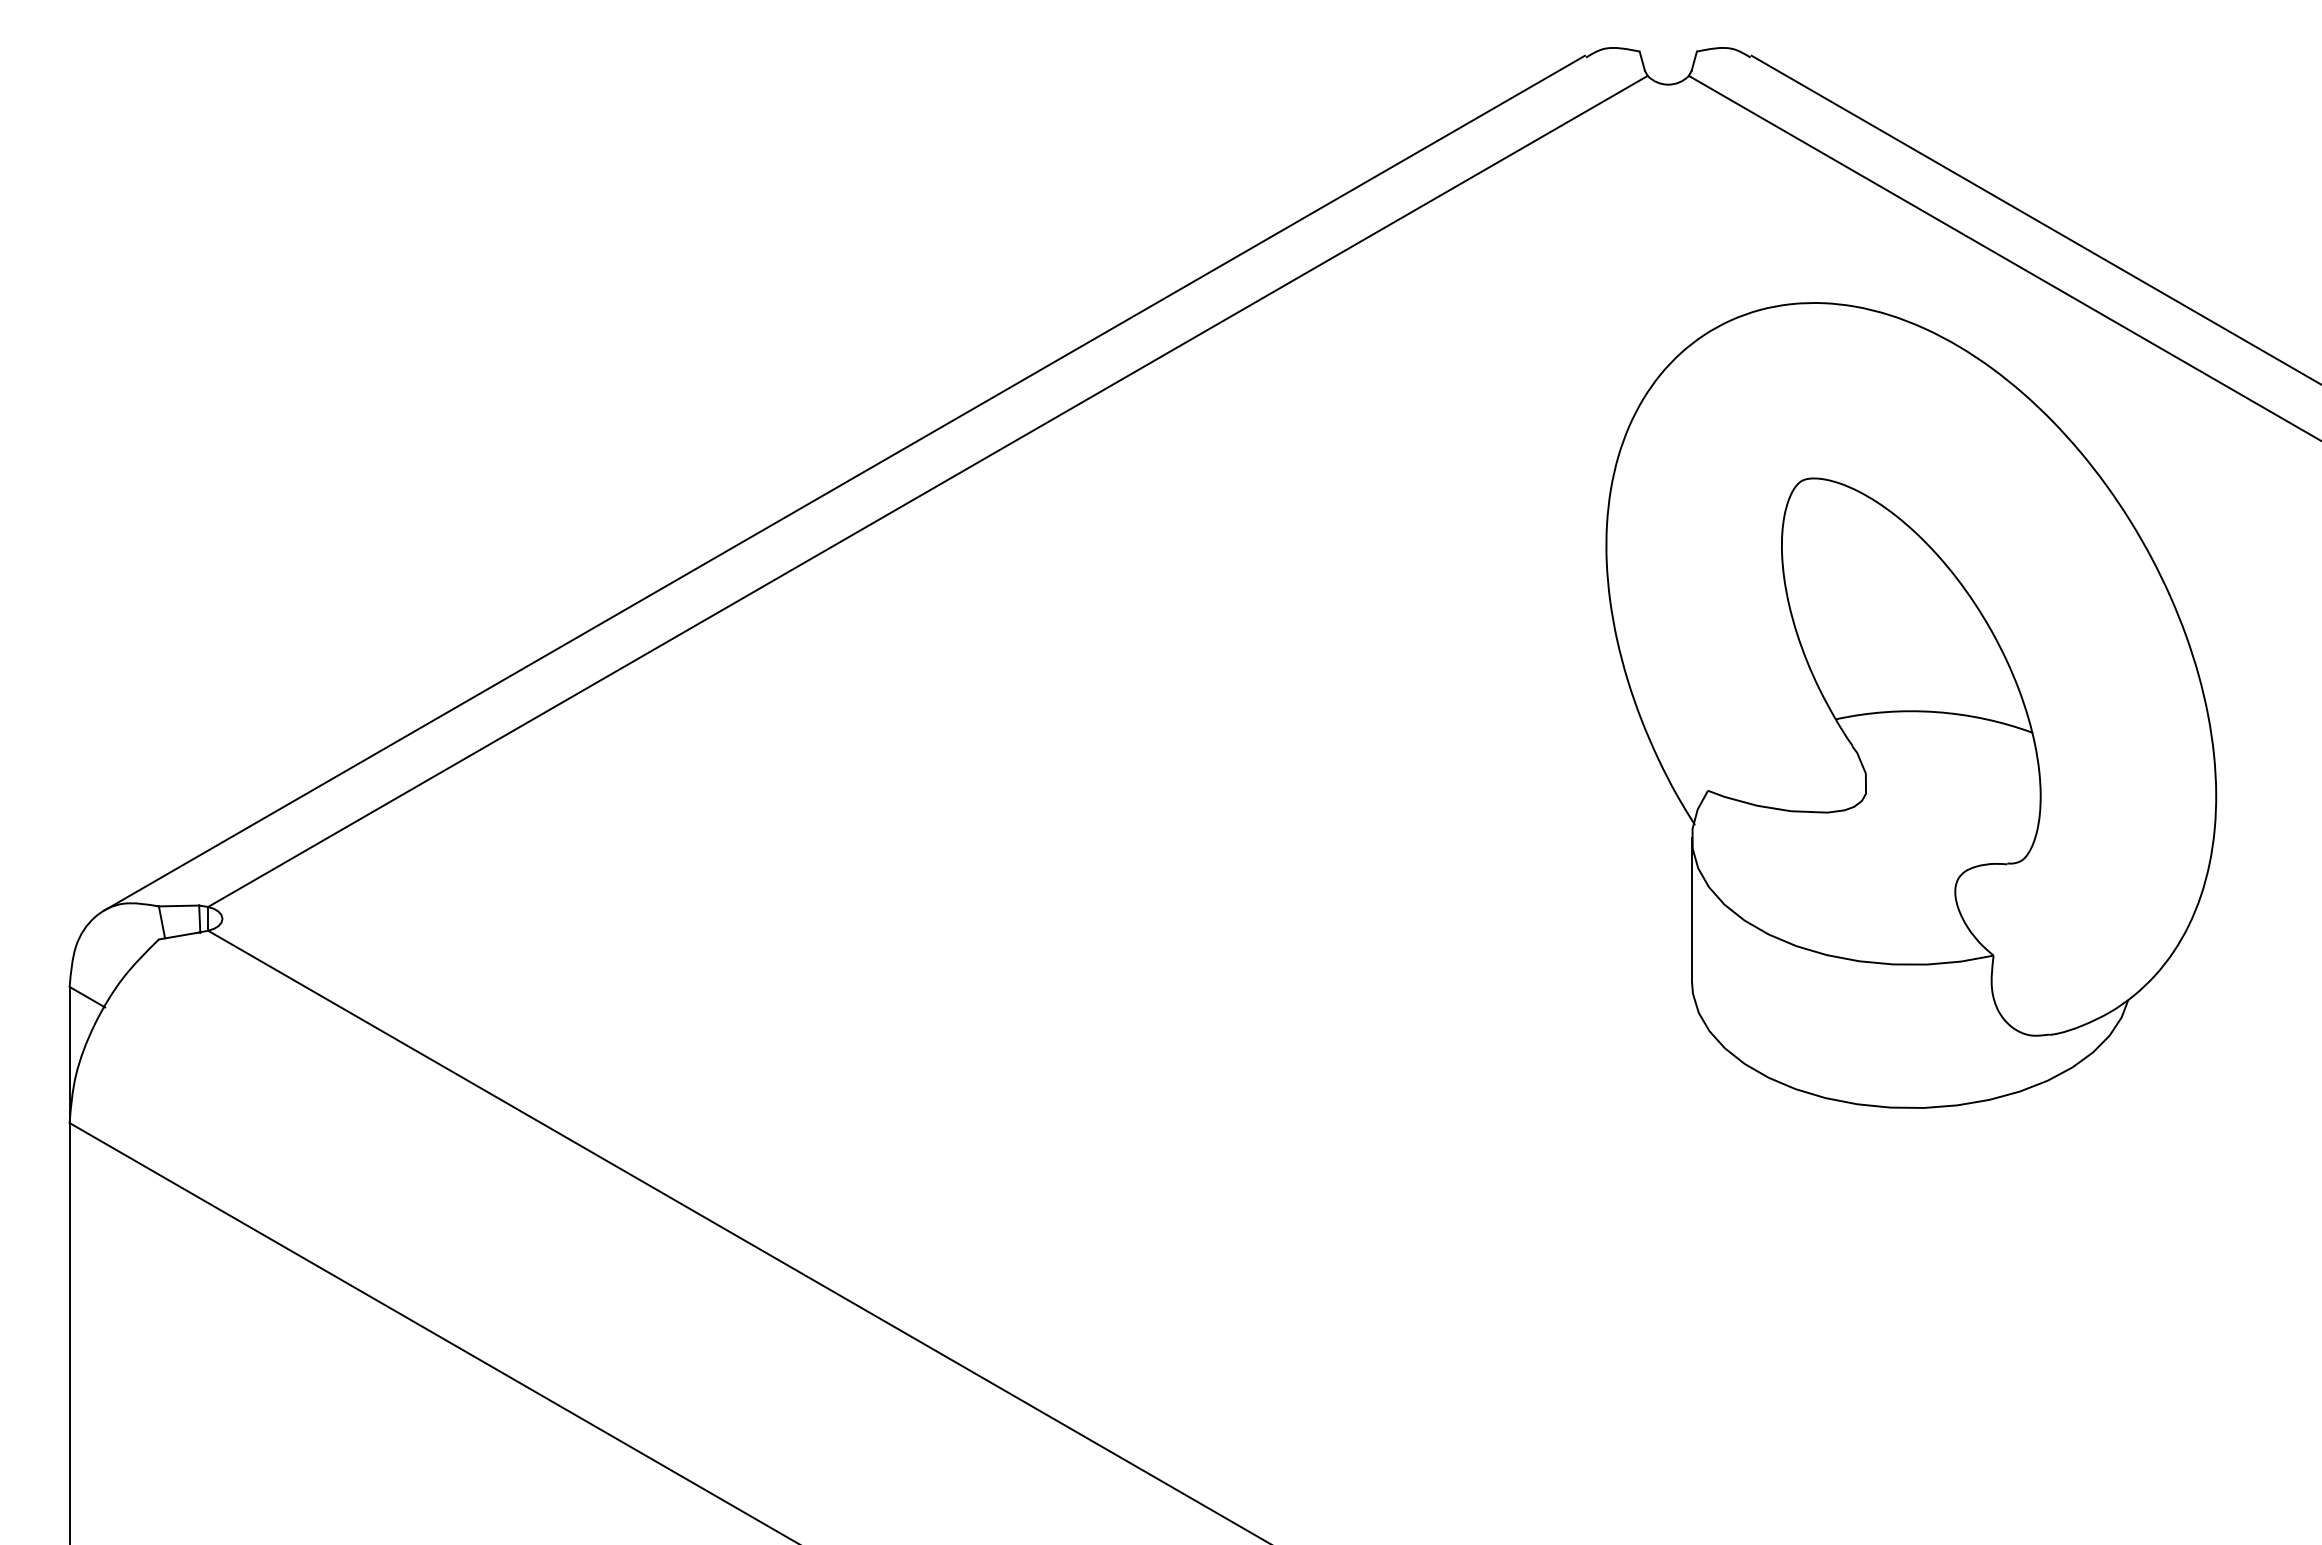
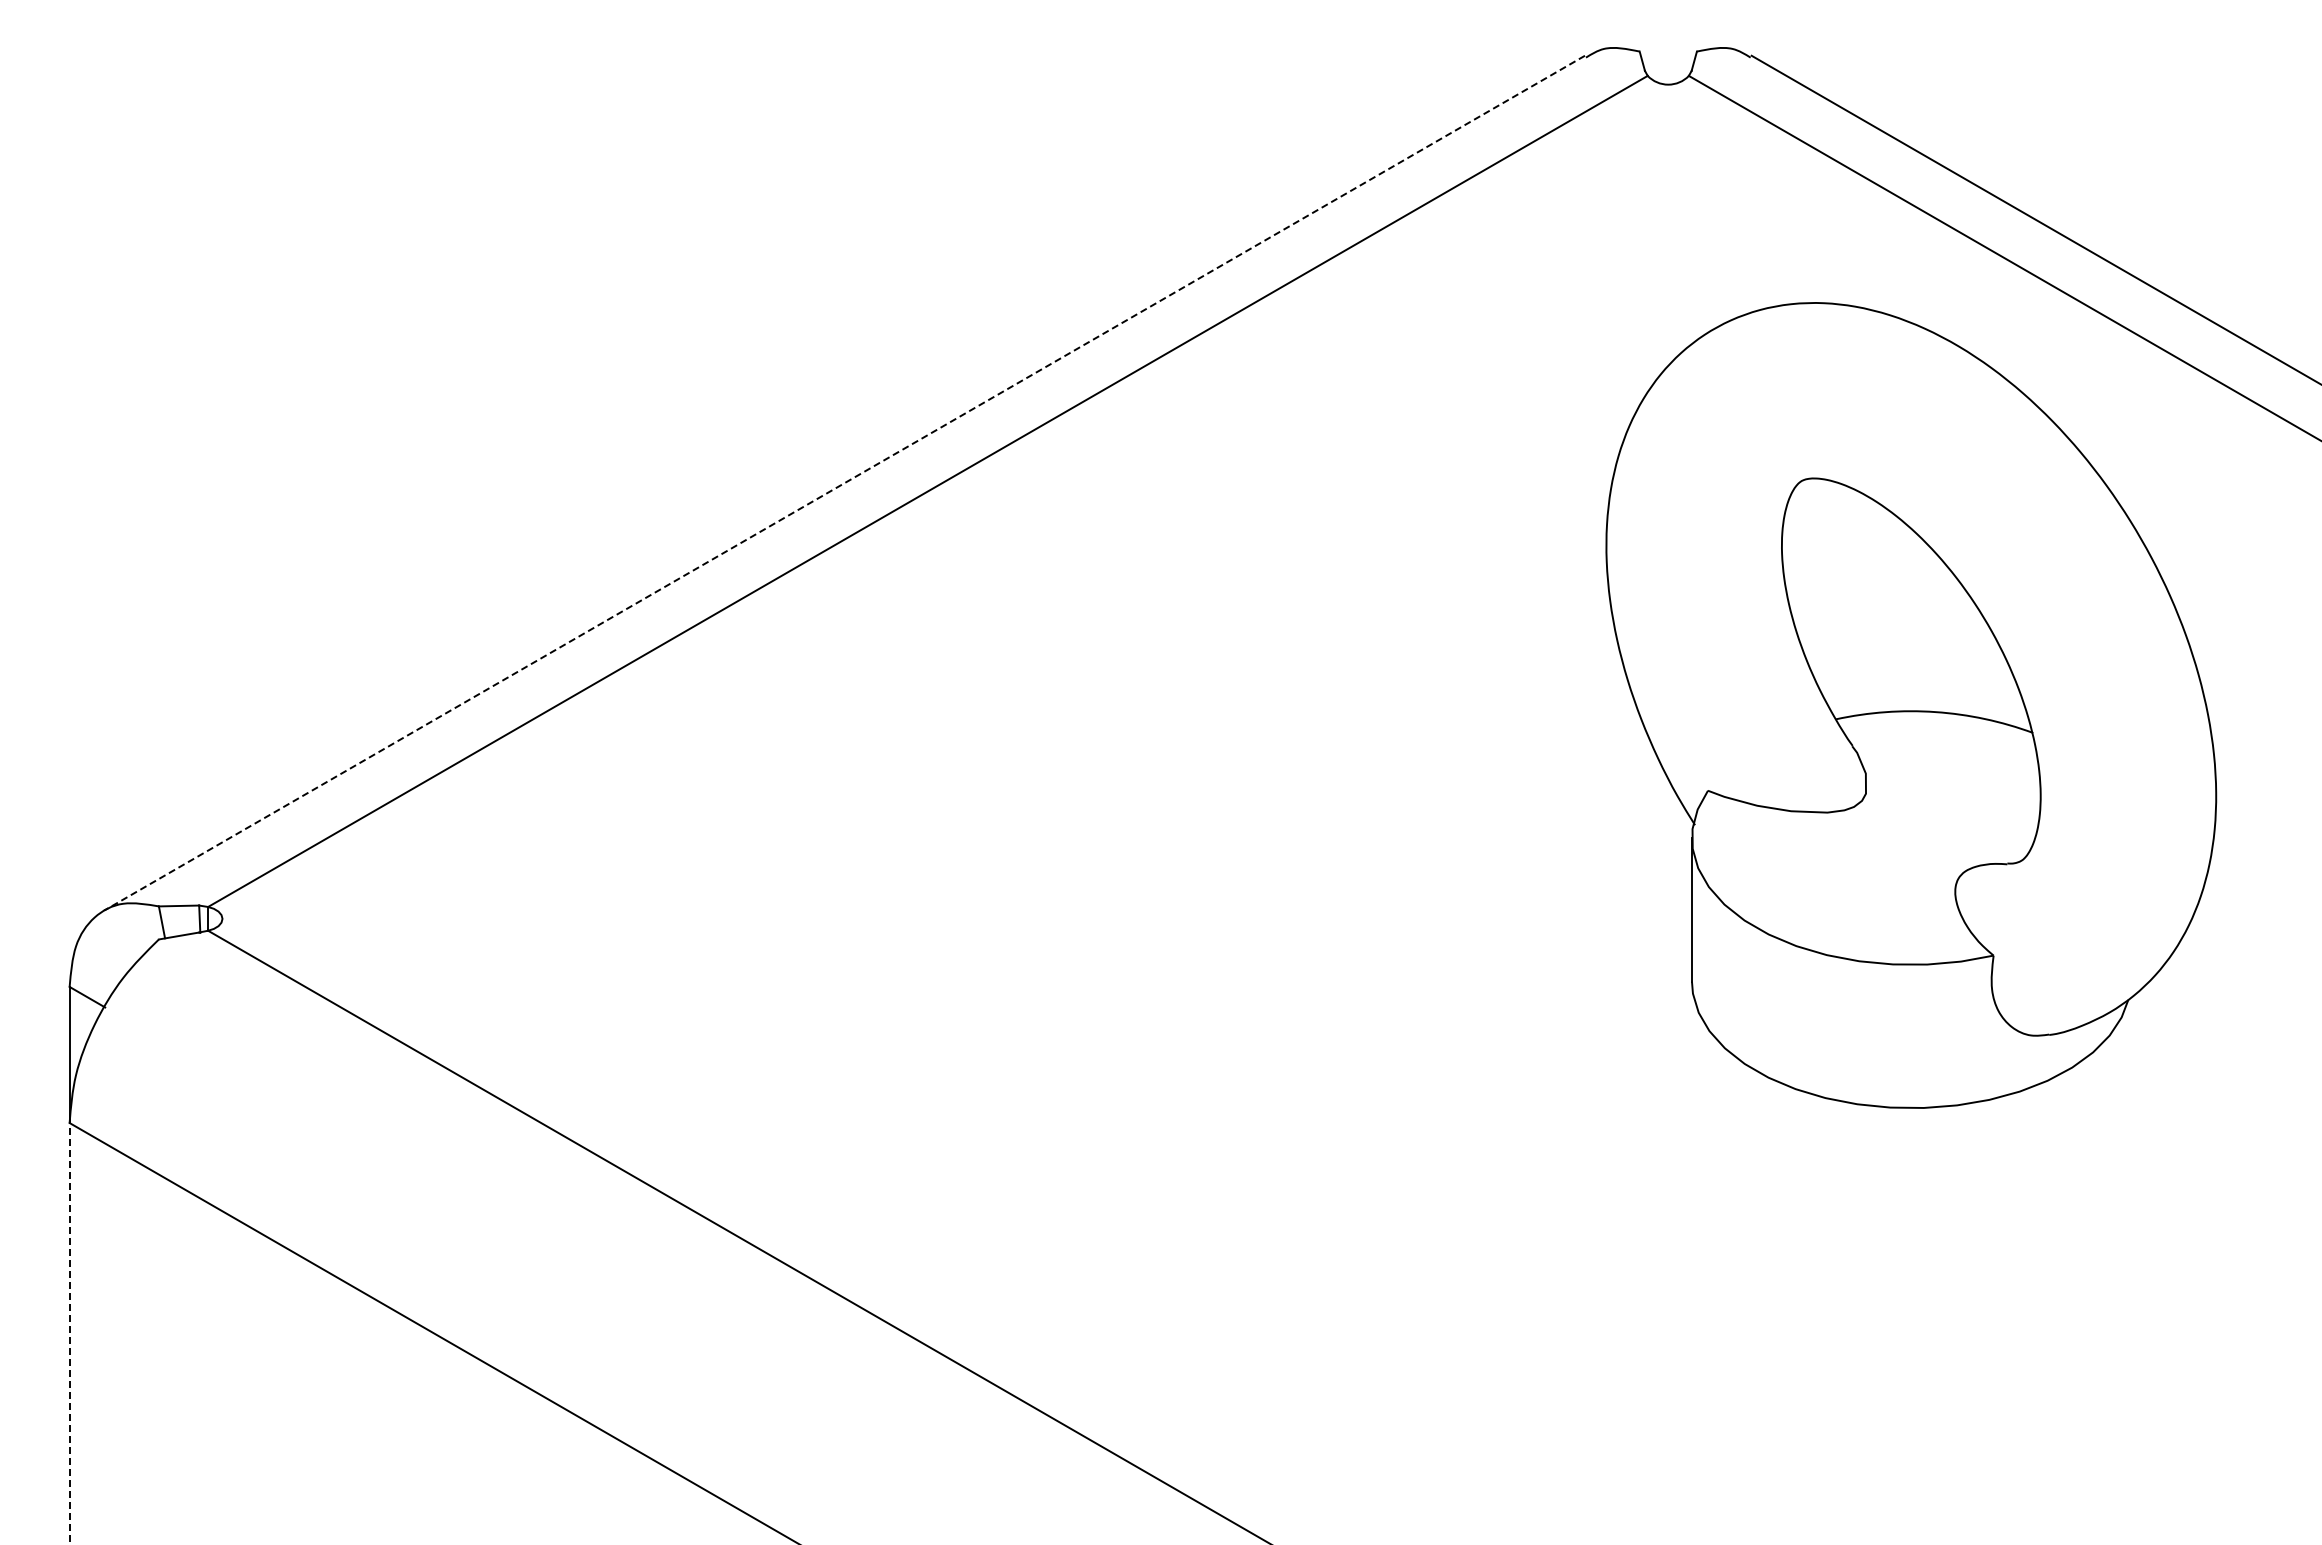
line at (844, 483): solid -> dashed
line at (69, 1333): solid -> dashed
